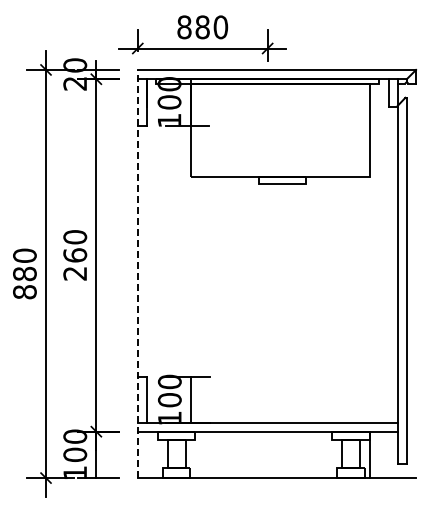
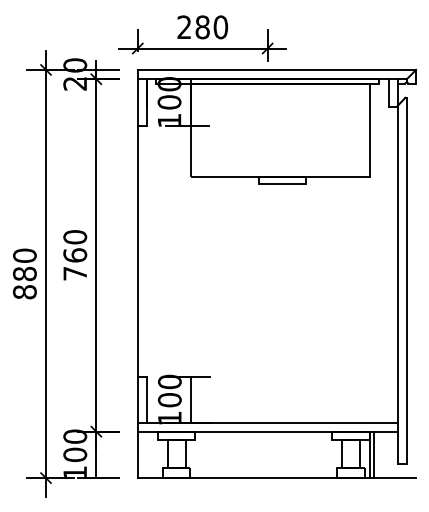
text at (184, 27): 880 -> 280
text at (74, 273): 260 -> 760
line at (137, 273): dashed -> solid
line at (374, 454): none -> present
